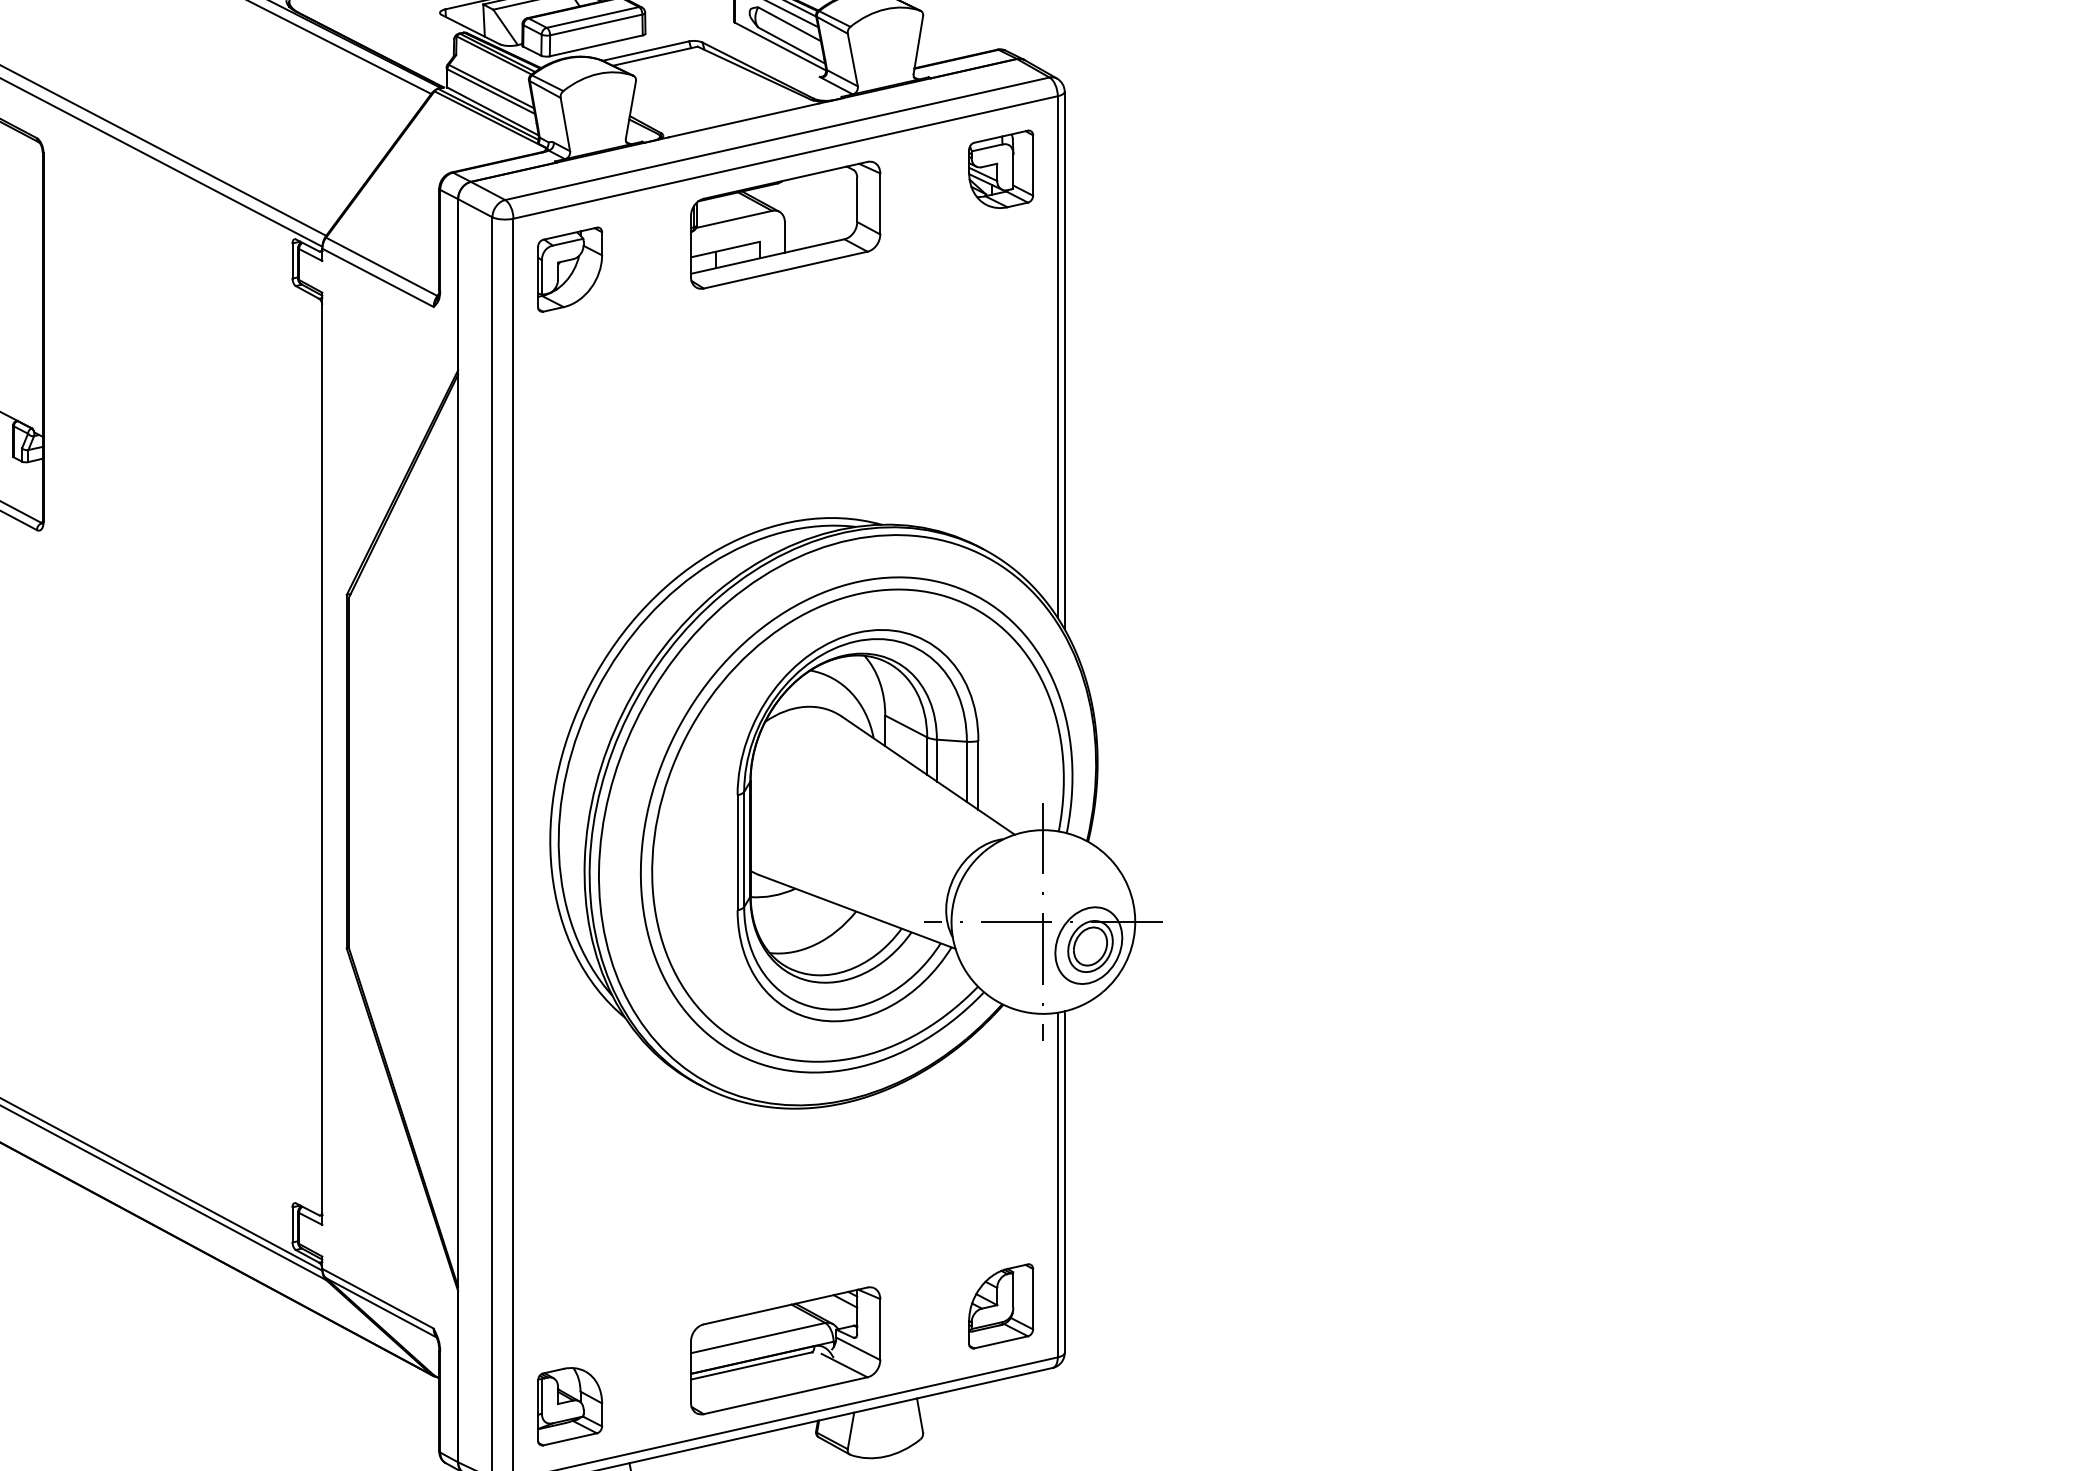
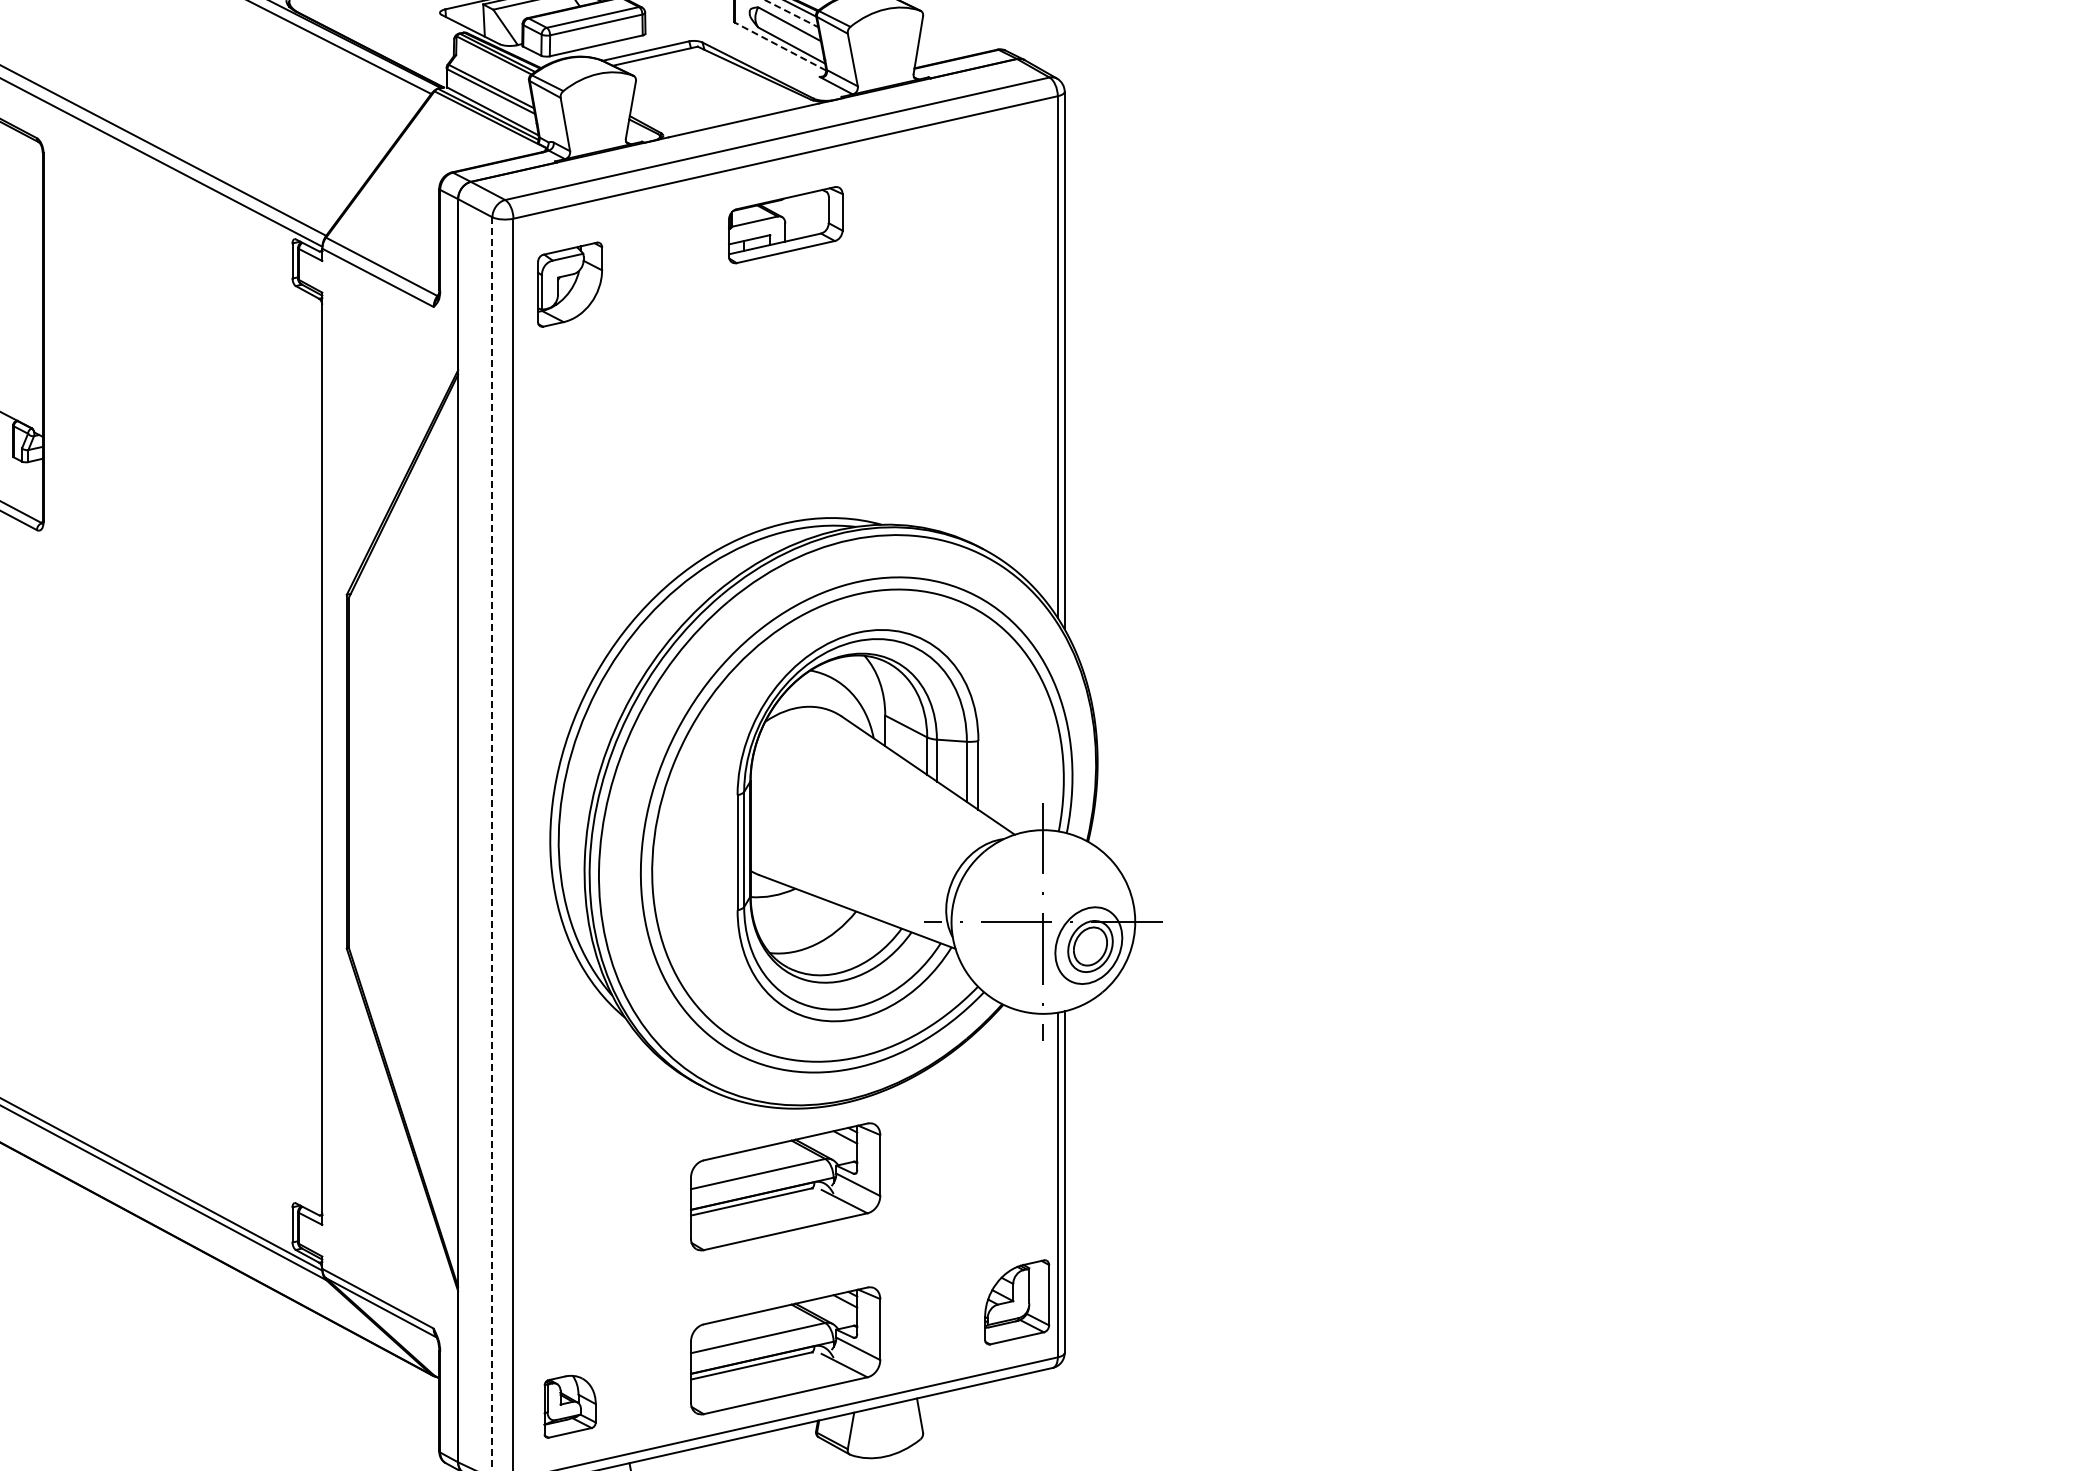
line at (791, 13): solid -> dashed
line at (780, 46): solid -> dashed
part at (1001, 168): present -> none
part at (785, 224) size: 192x130 px -> 116x79 px
part at (570, 269) position: (570, 269) -> (570, 284)
line at (492, 843): solid -> dashed
part at (785, 1186): none -> present
part at (1001, 1306) position: (1001, 1306) -> (1017, 1302)
part at (570, 1406) size: 67x80 px -> 54x65 px
